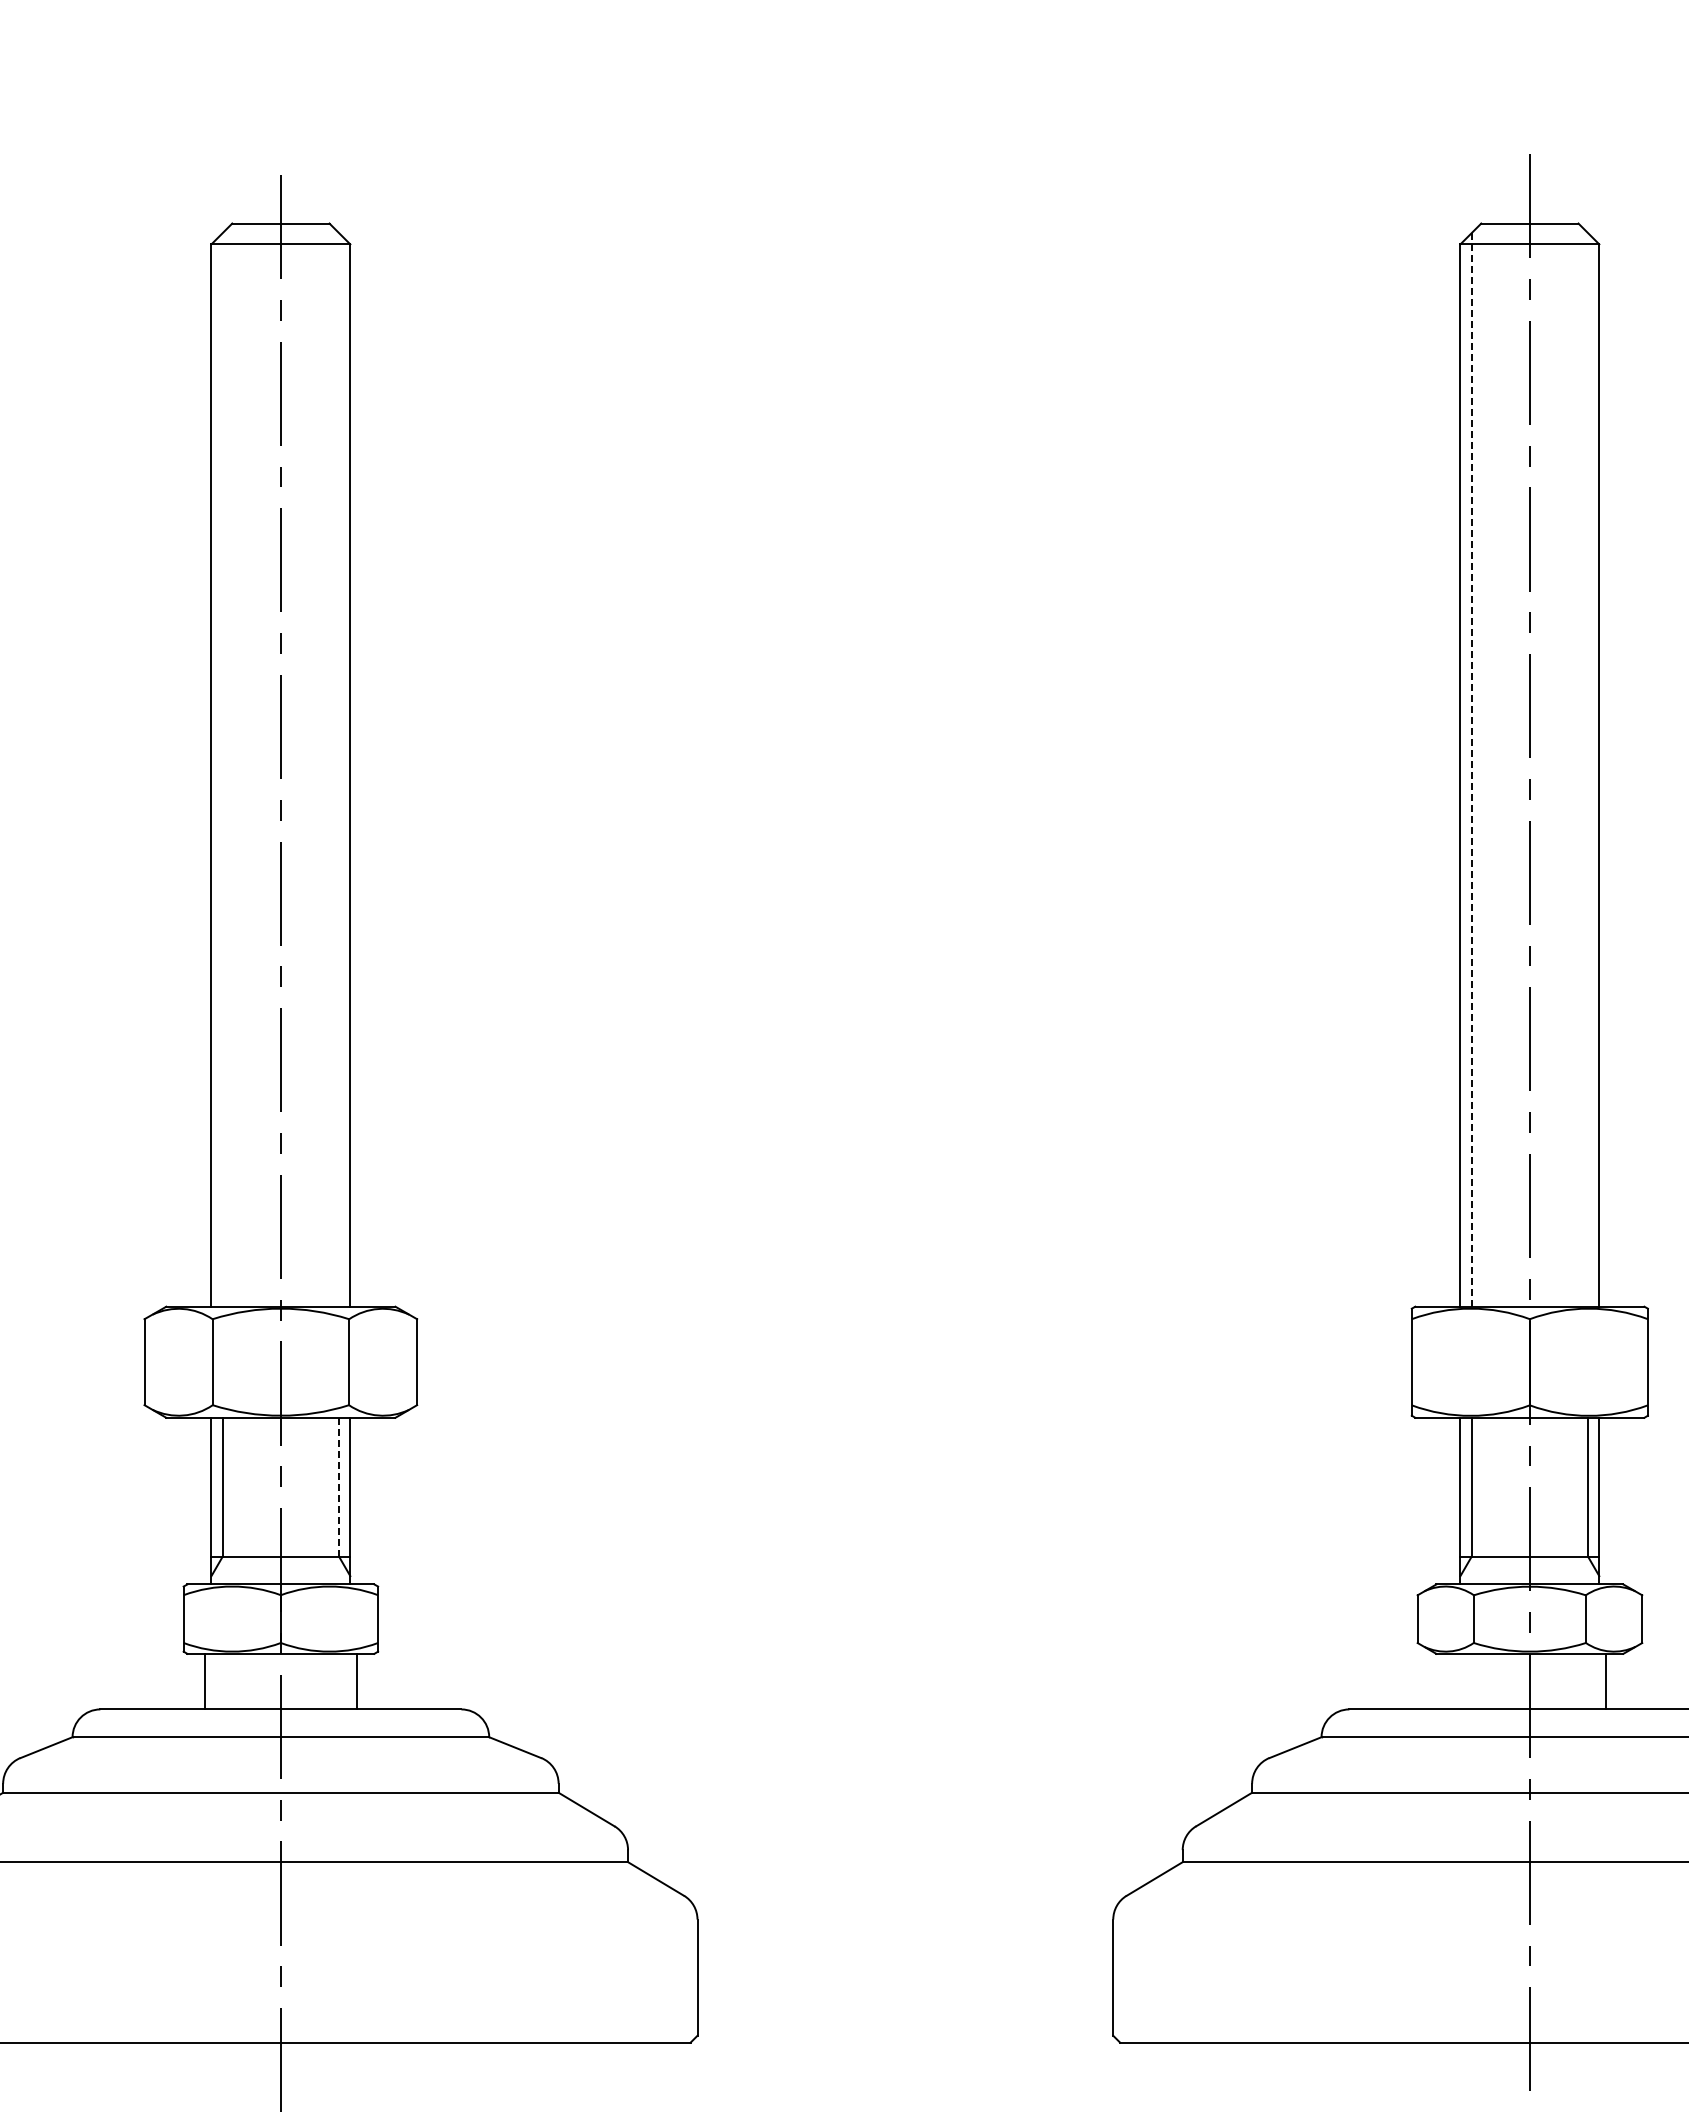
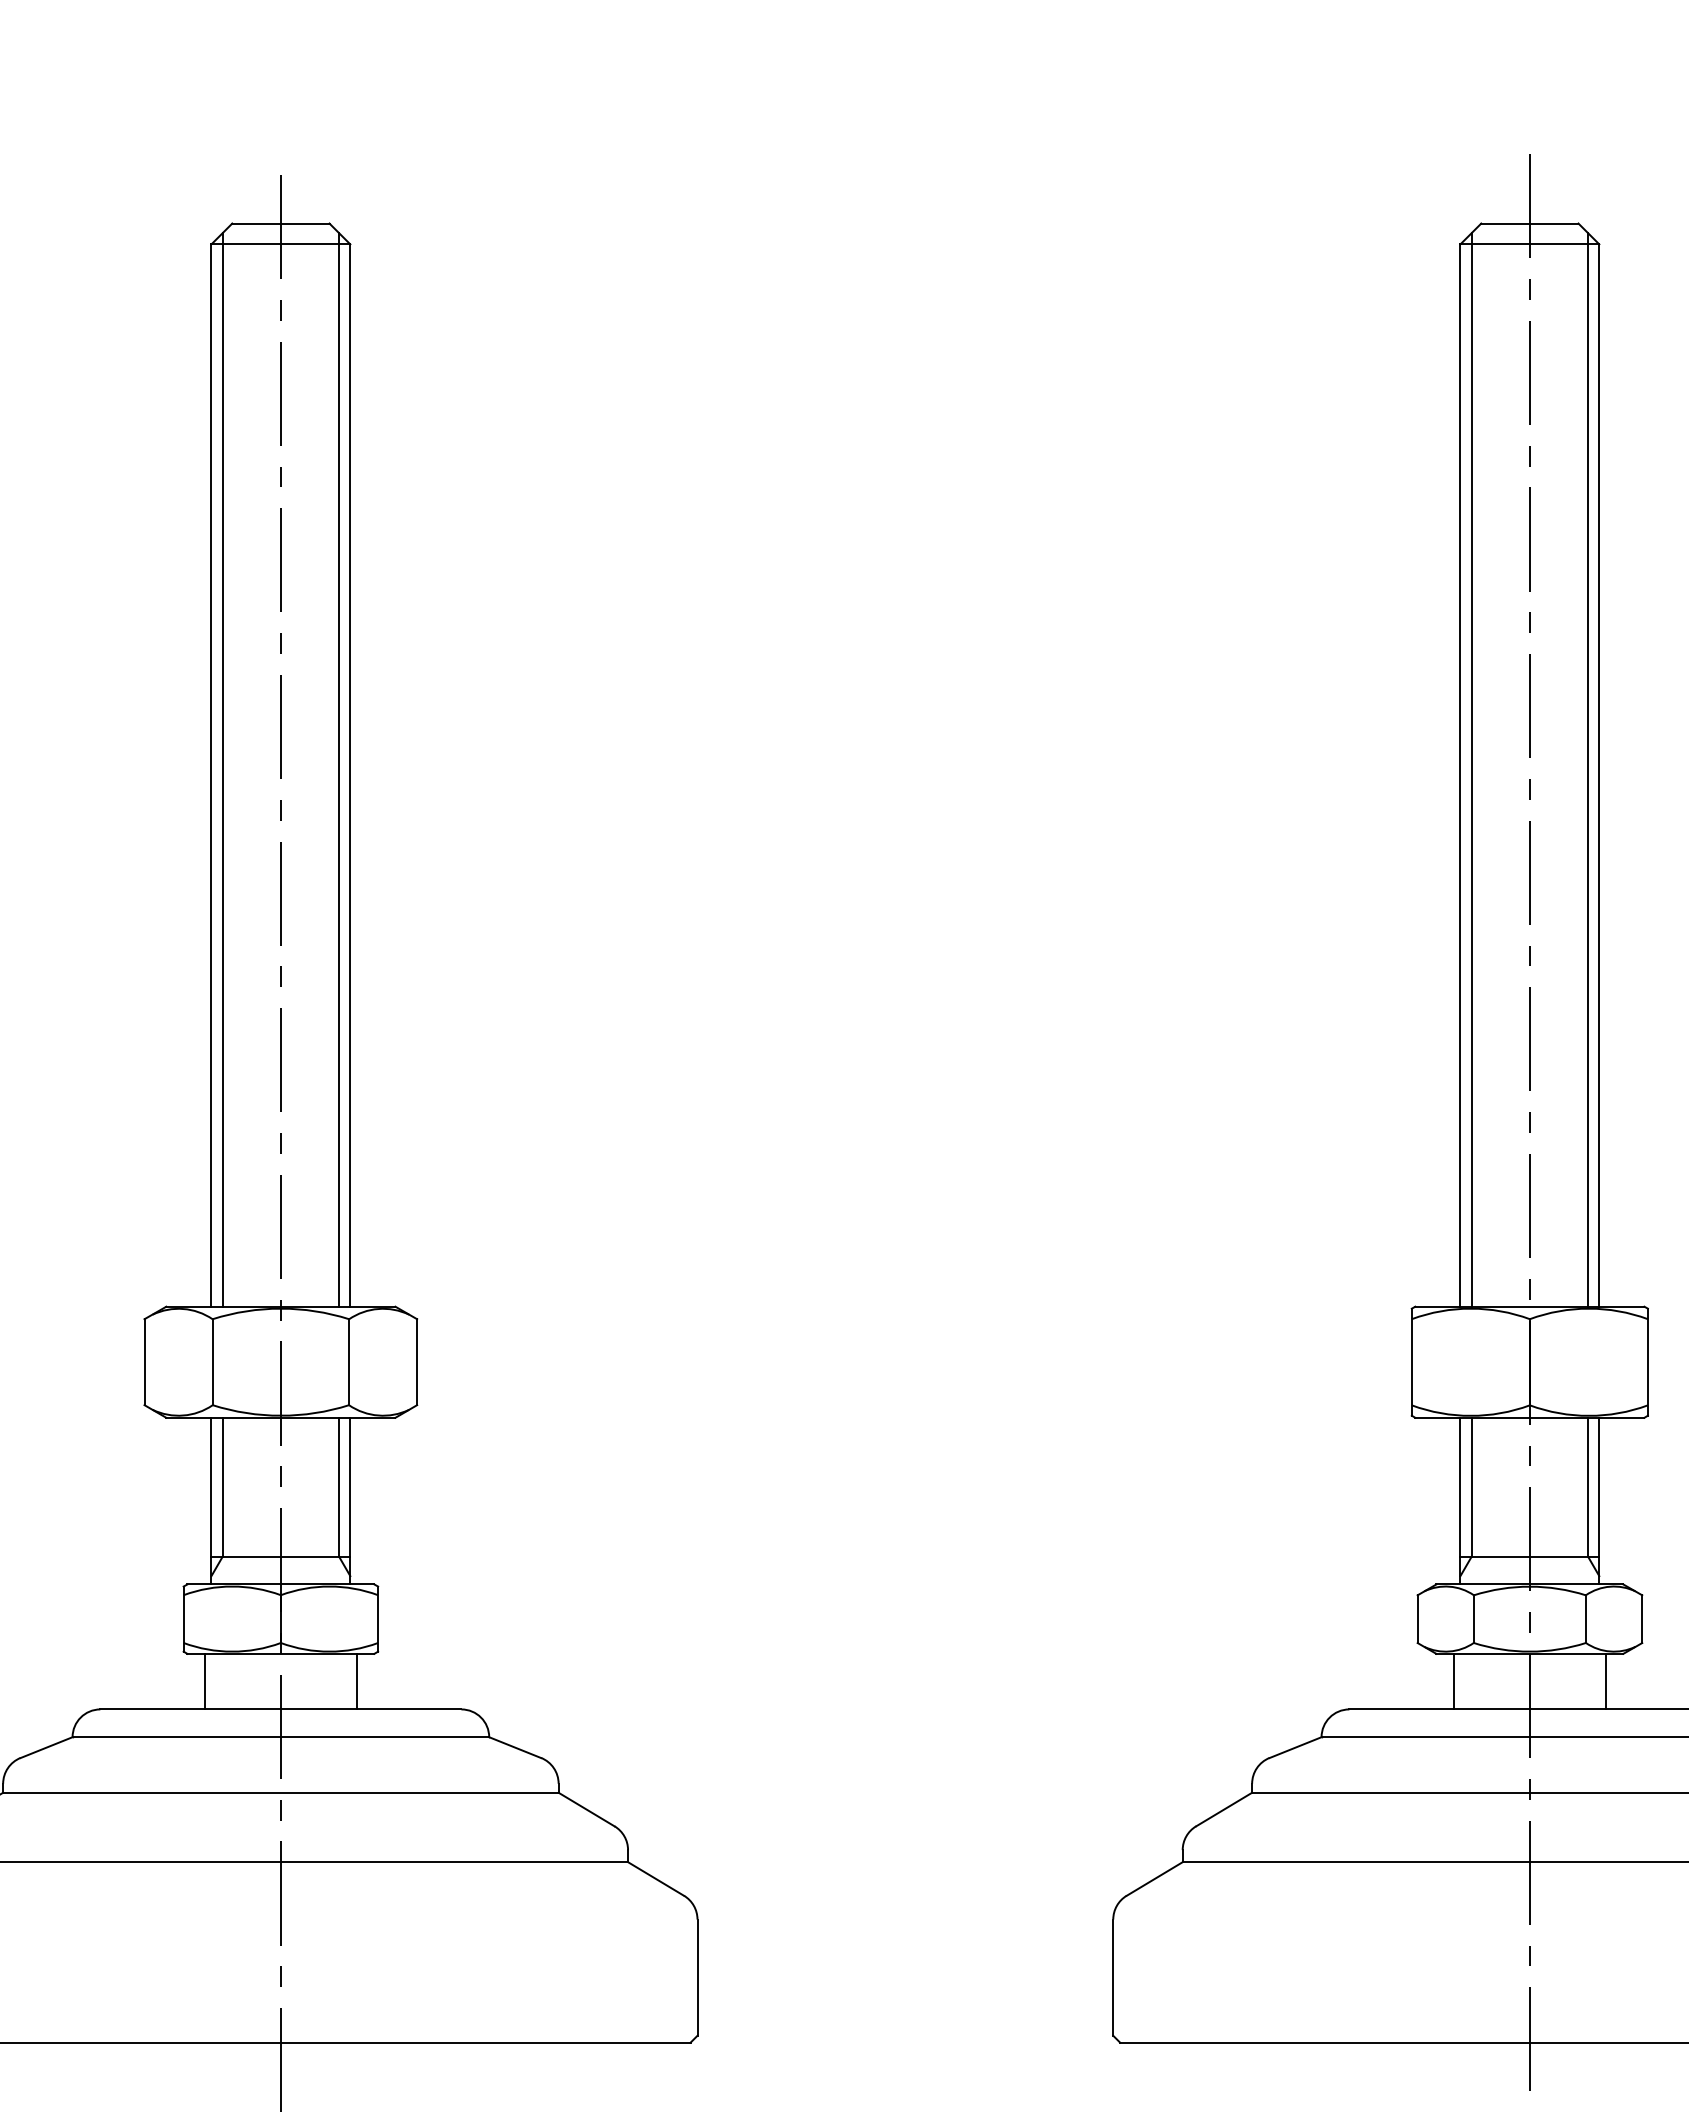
line at (222, 769): none -> present
line at (339, 769): none -> present
line at (1471, 769): dashed -> solid
line at (1588, 769): none -> present
line at (339, 1486): dashed -> solid
line at (1453, 1681): none -> present
